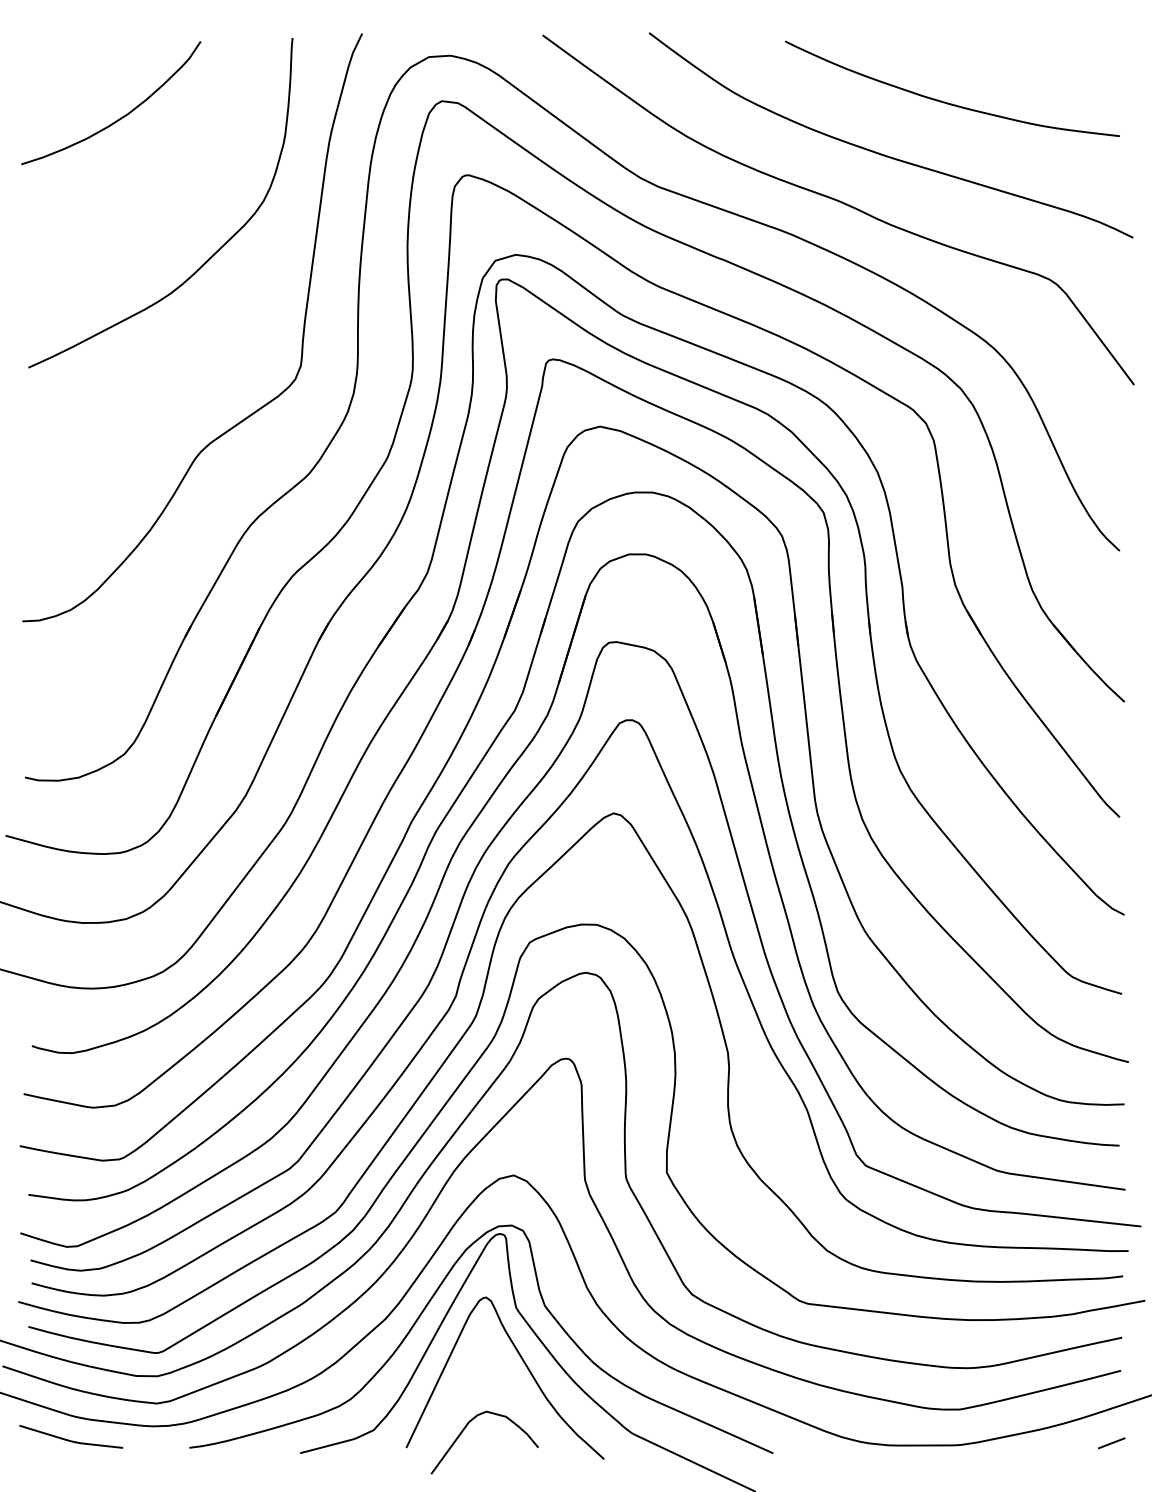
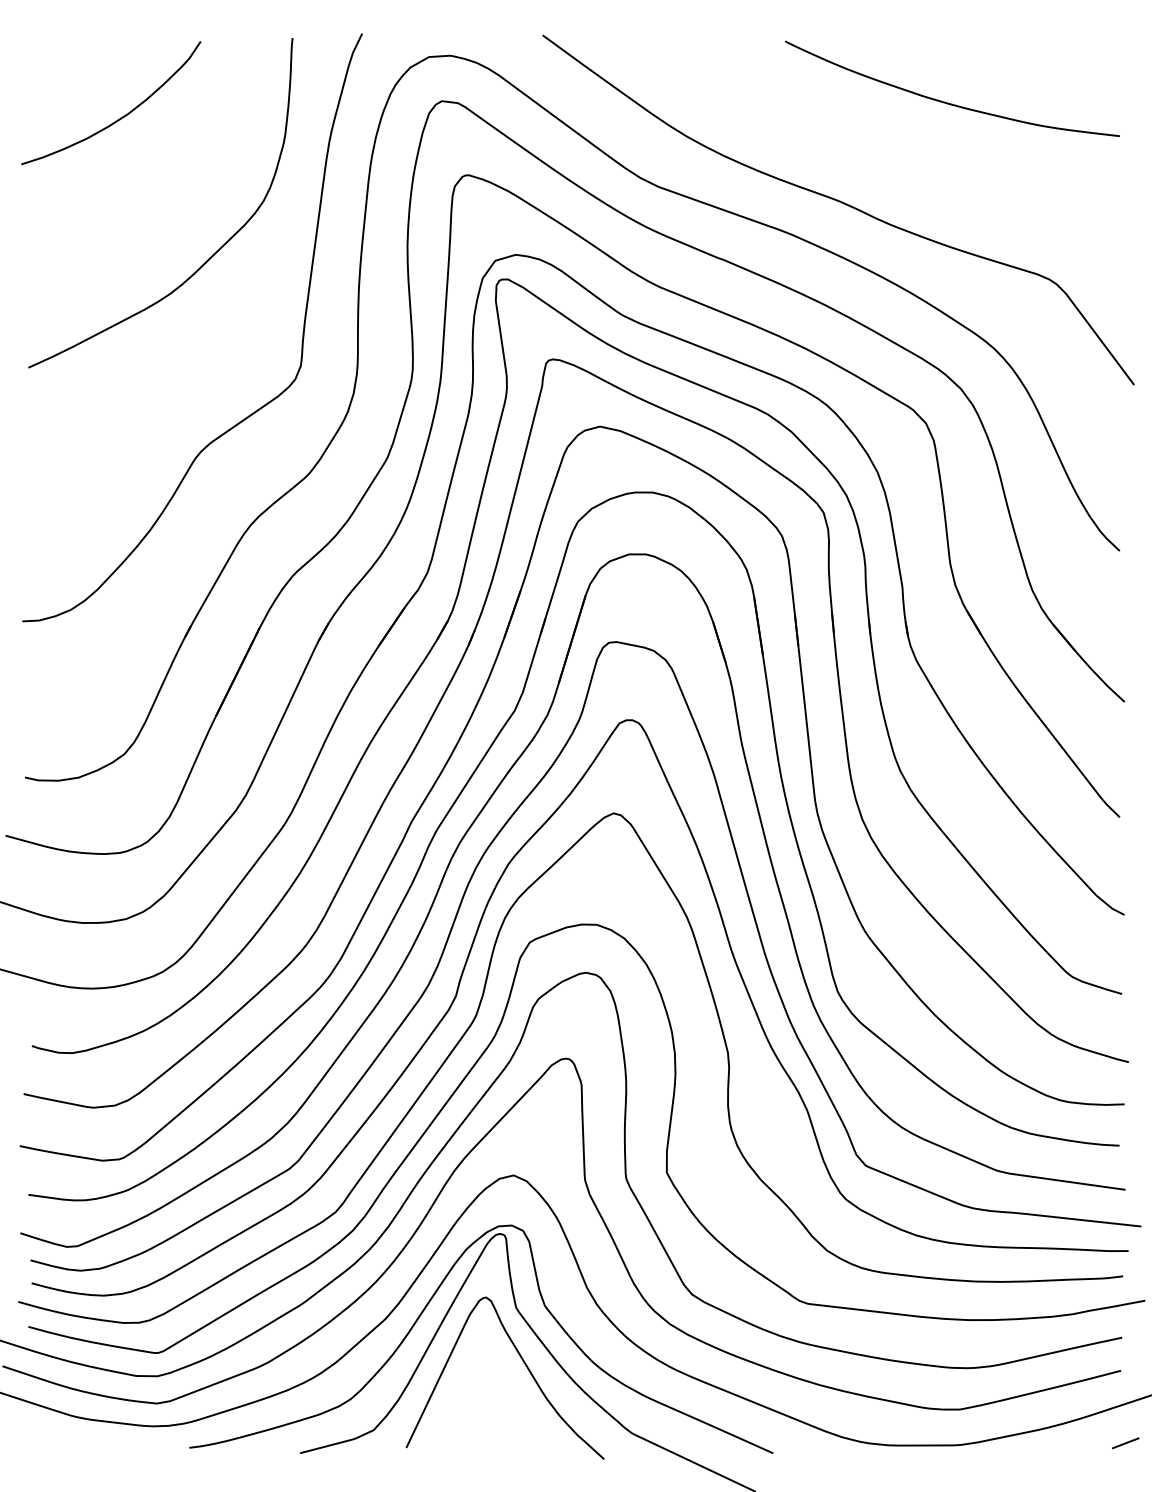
curve at (885, 154): present -> none
curve at (464, 1430): present -> none
curve at (69, 1439): present -> none
line at (1111, 1443) position: (1111, 1443) -> (1125, 1443)
